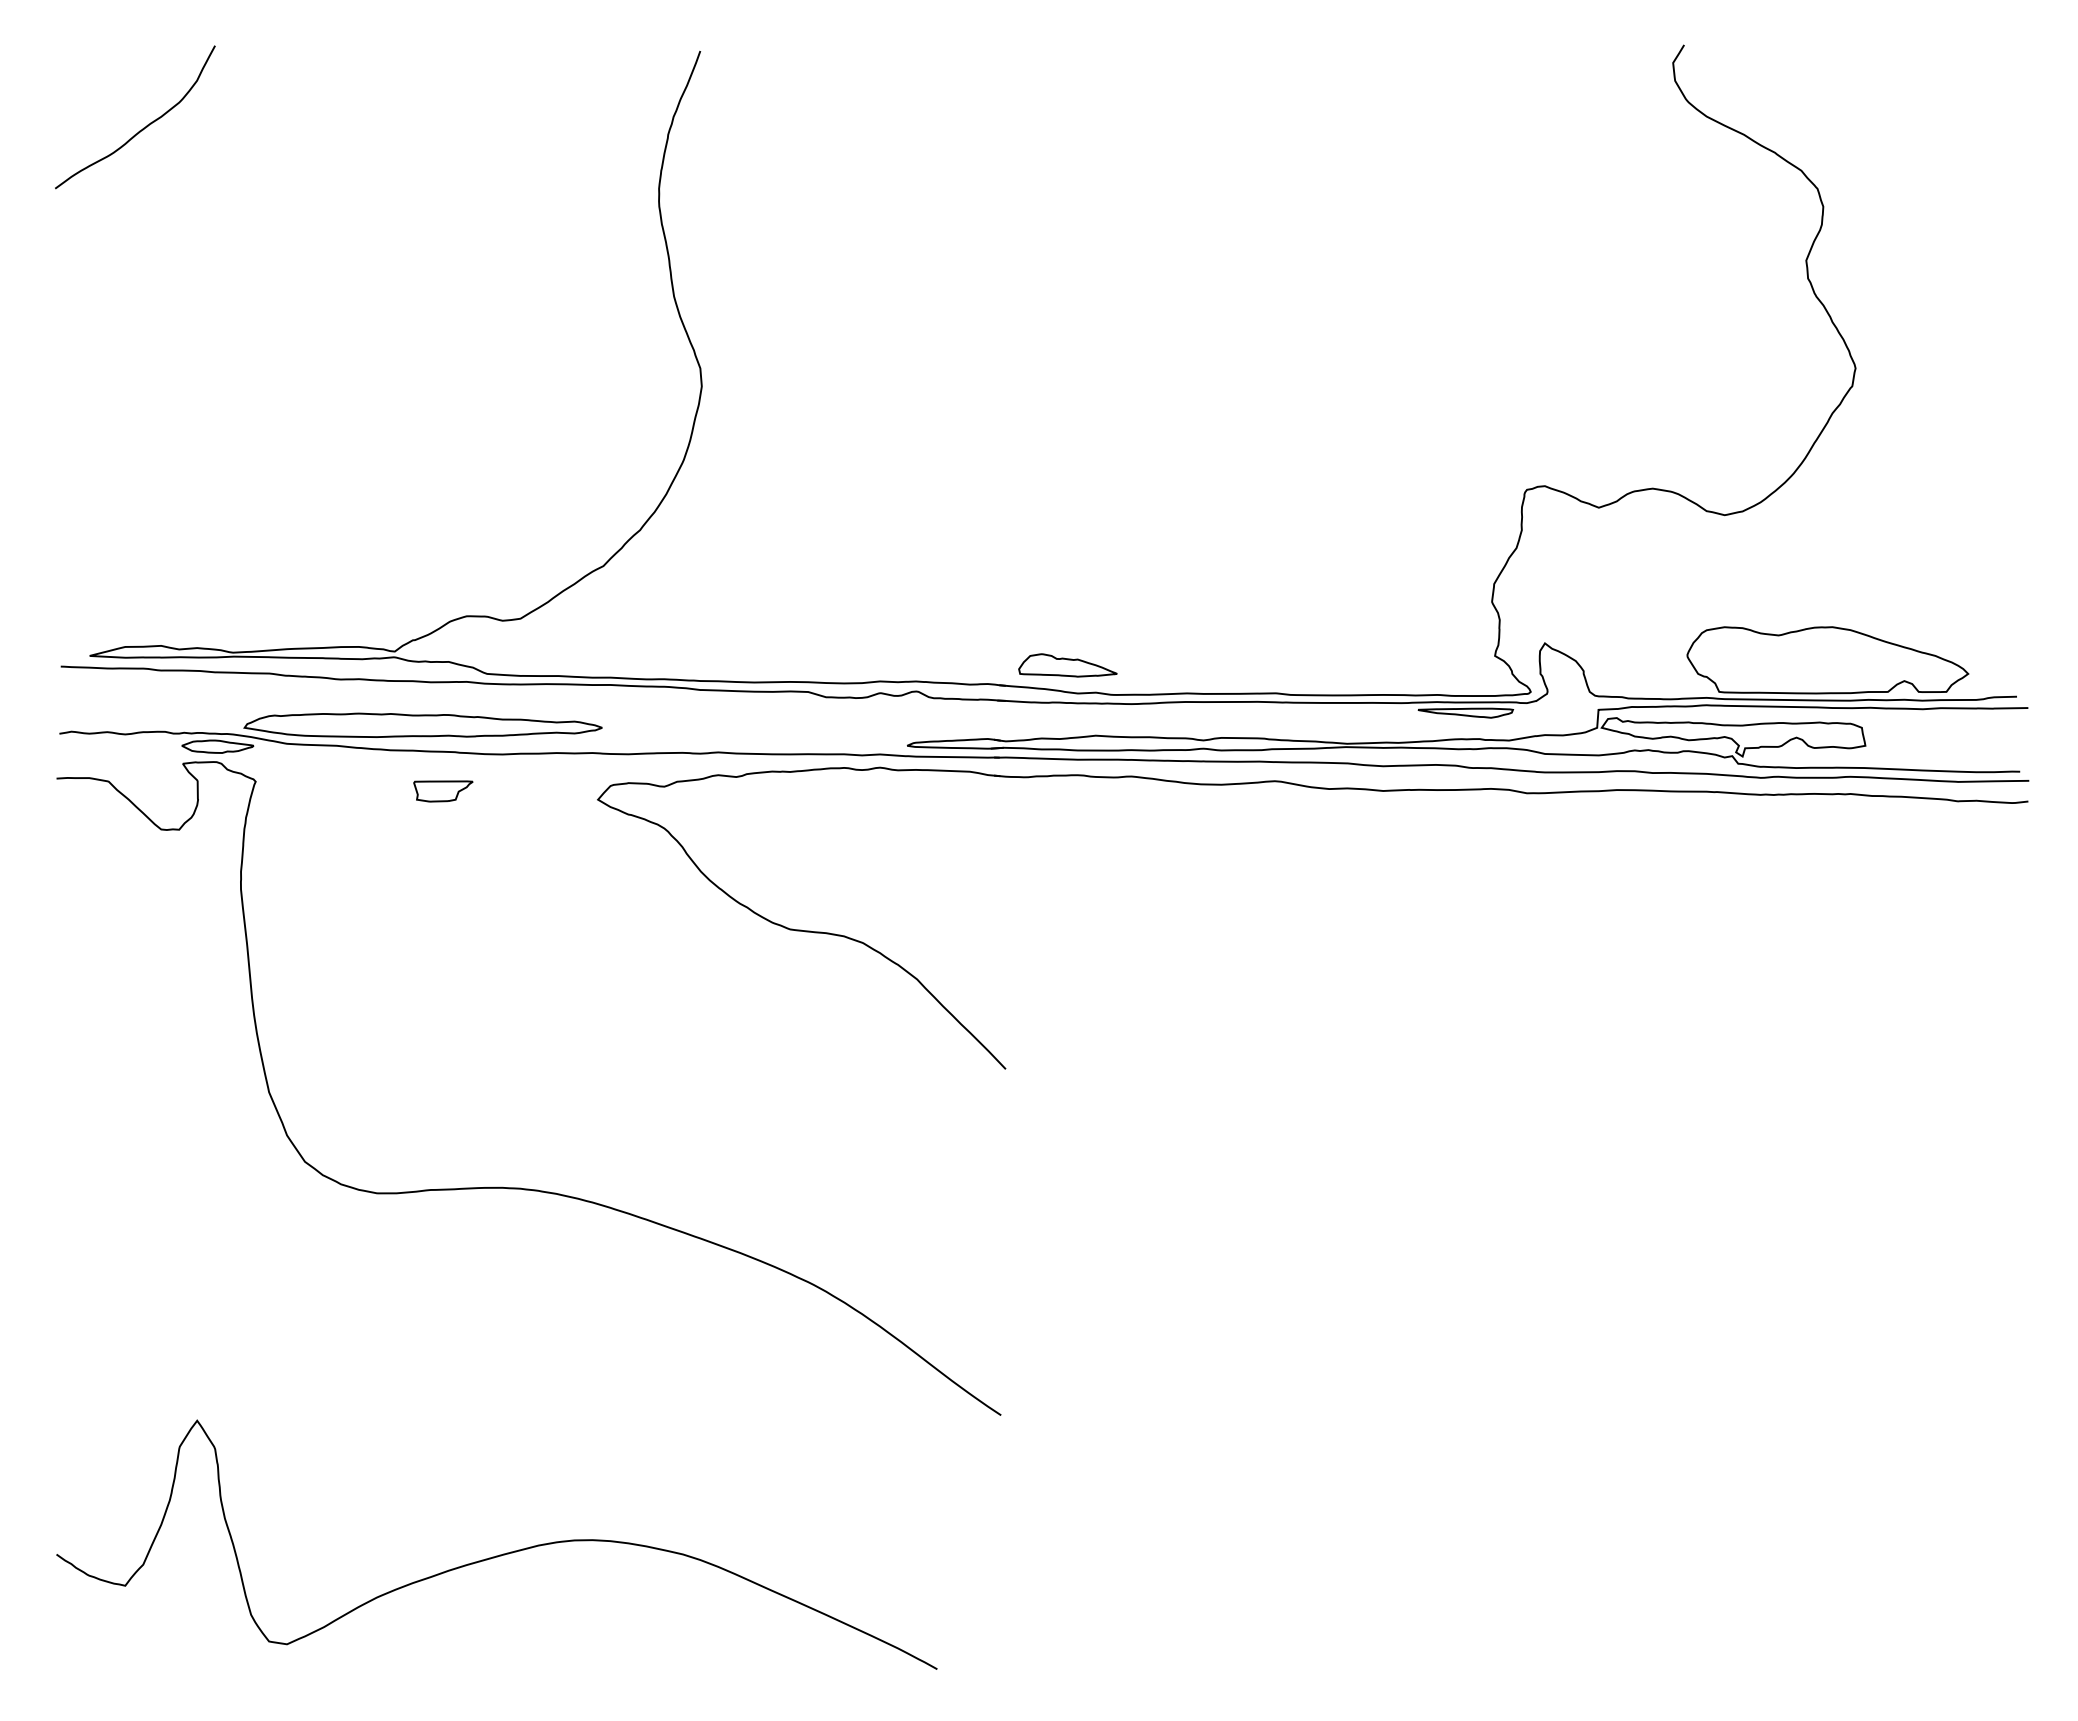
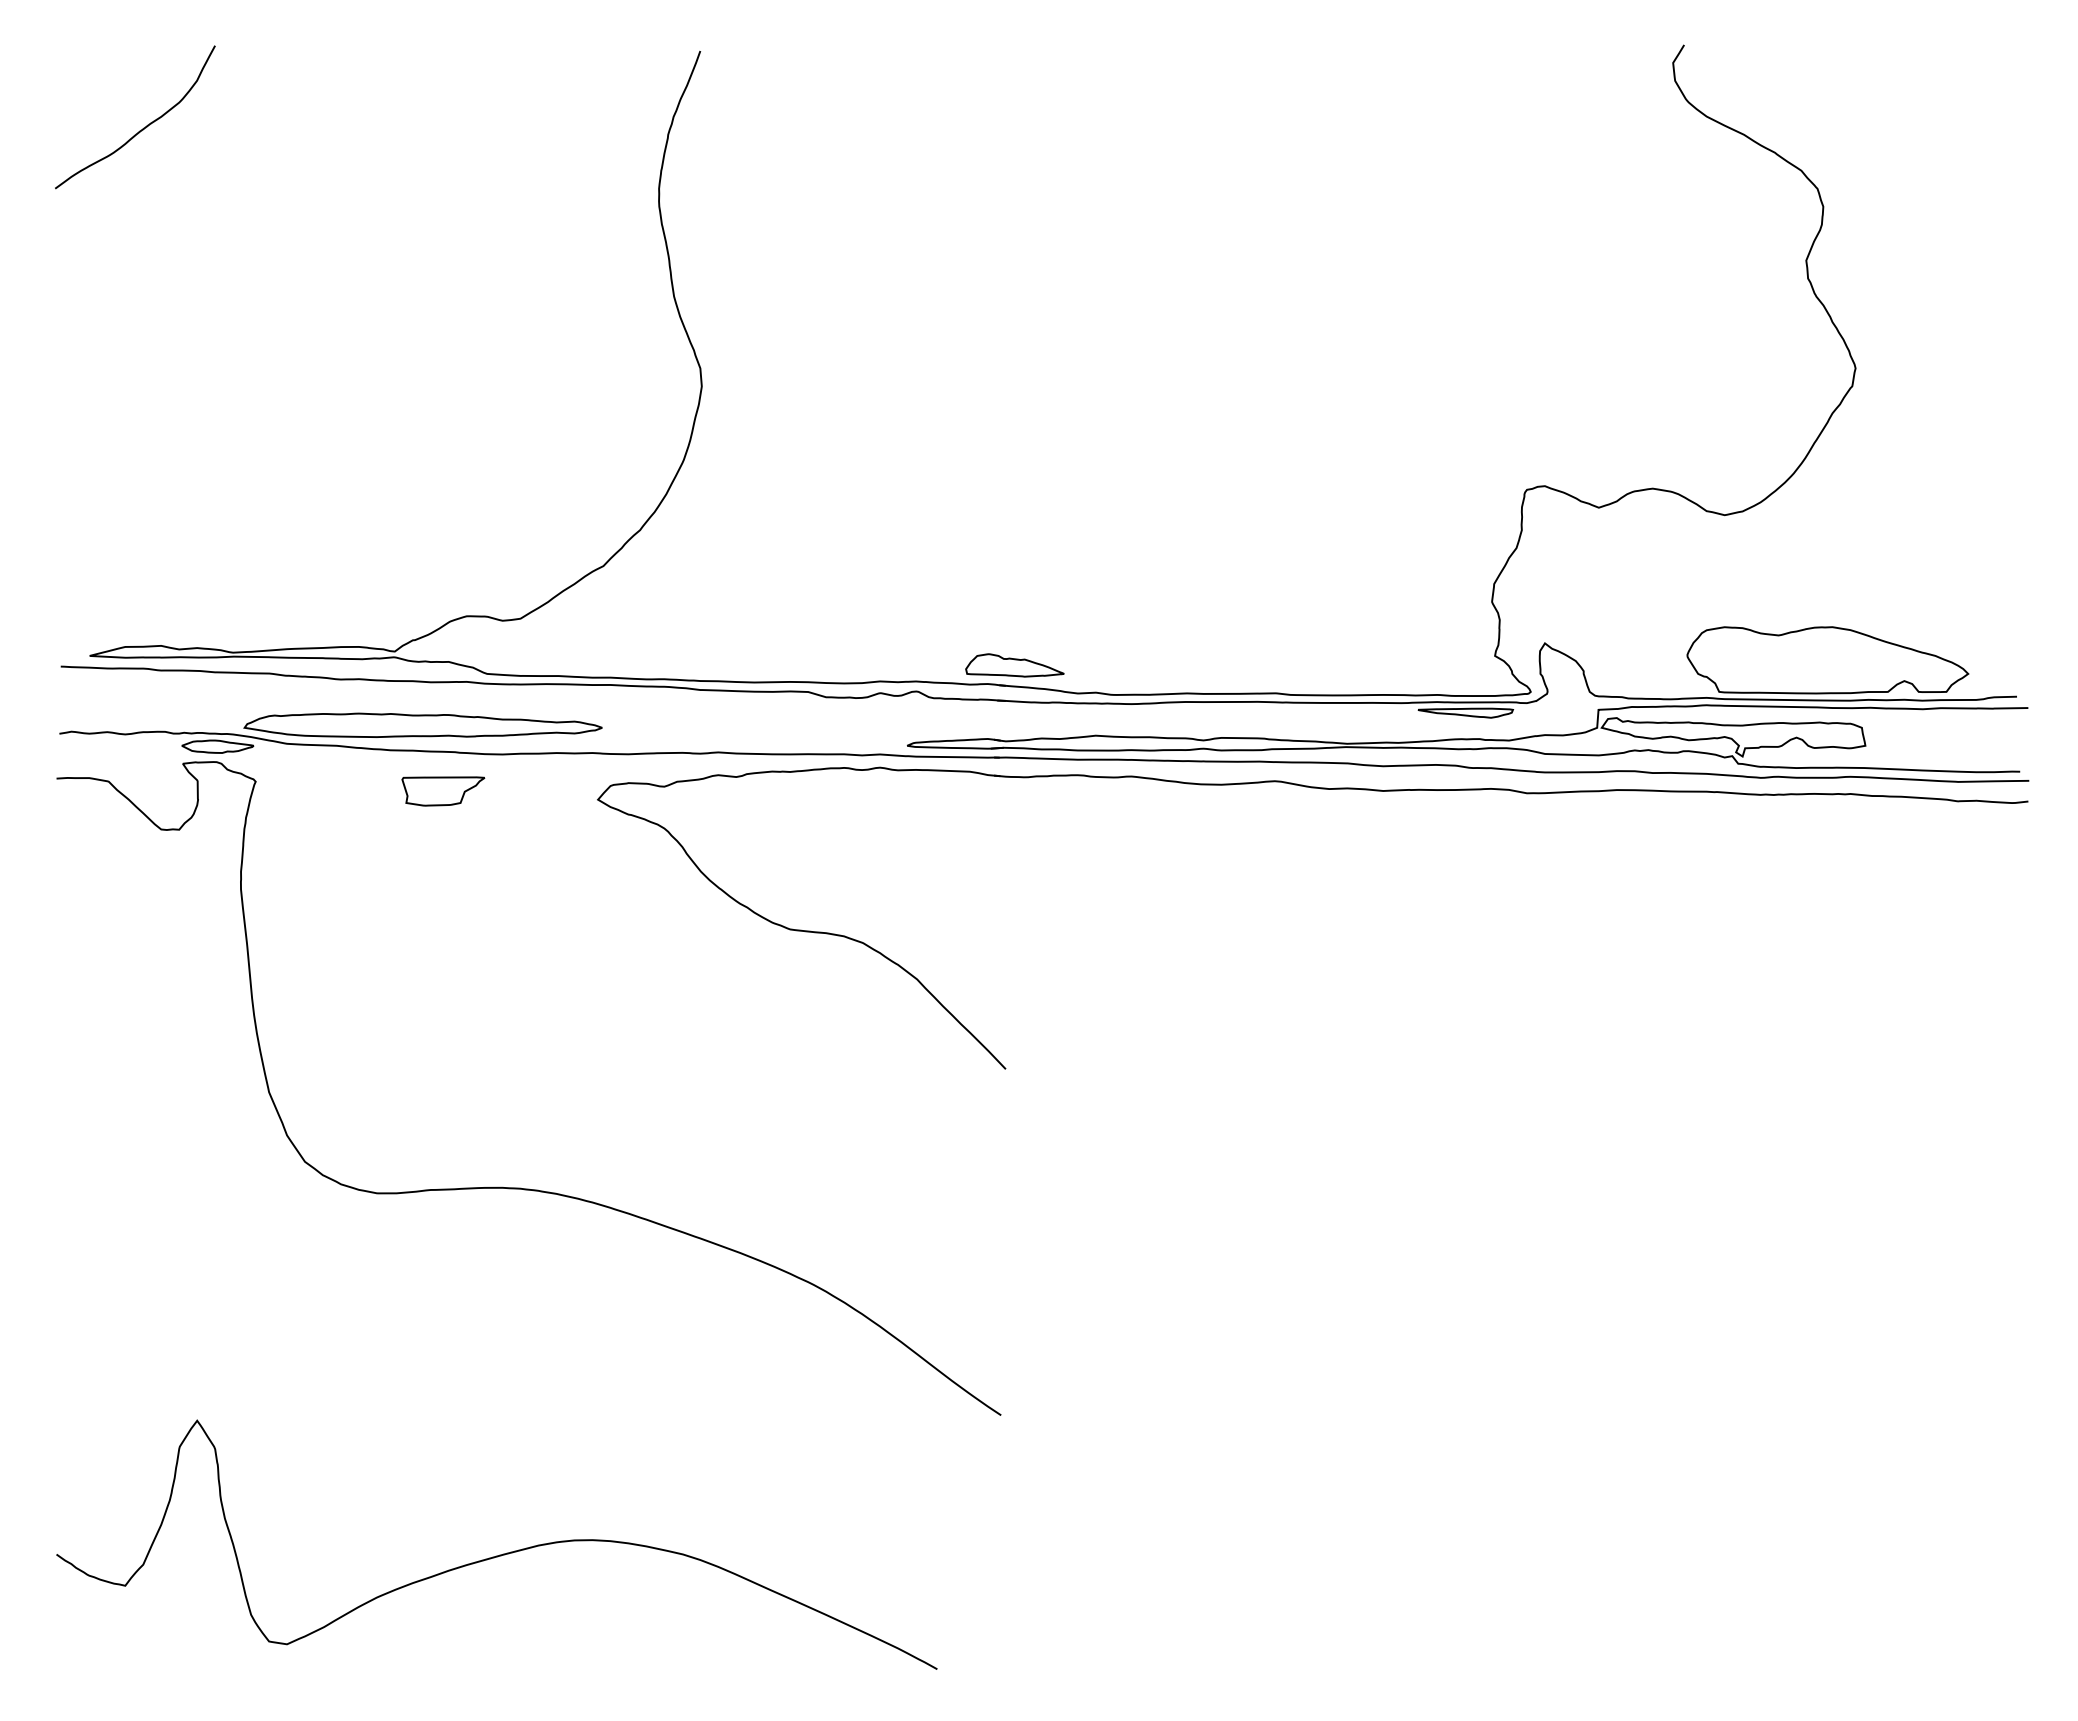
part at (1067, 665) position: (1067, 665) -> (1014, 665)
part at (443, 791) size: 61x23 px -> 85x31 px
